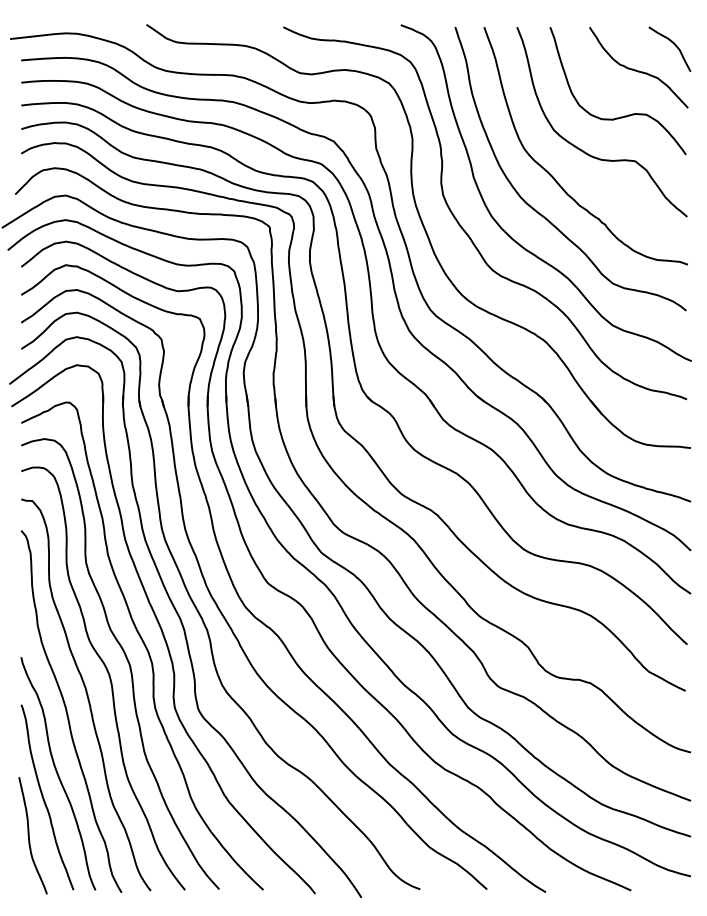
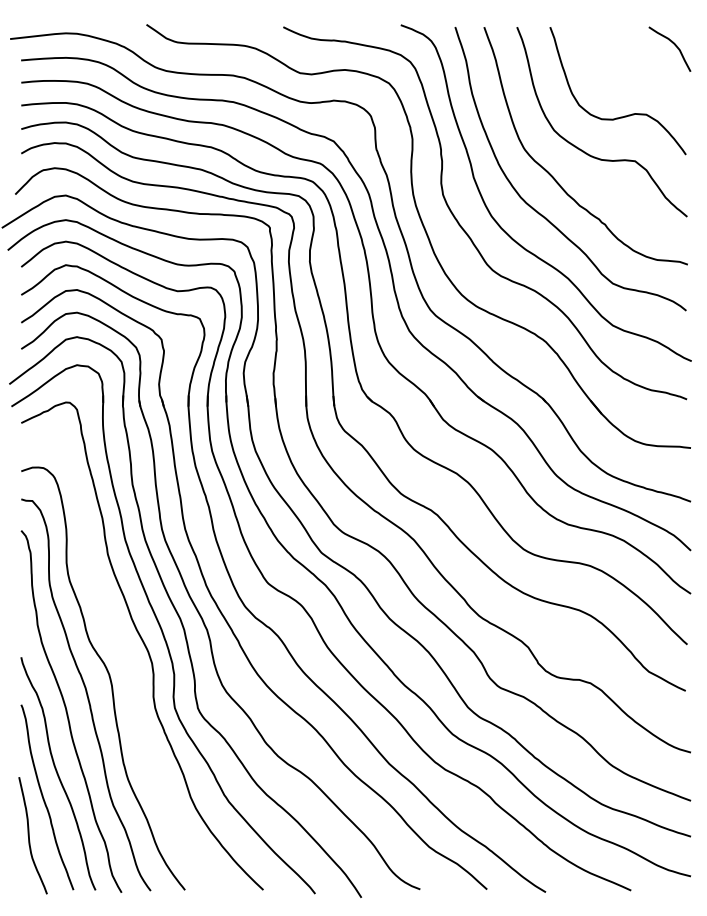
curve at (636, 69): present -> none
curve at (126, 660): present -> none
